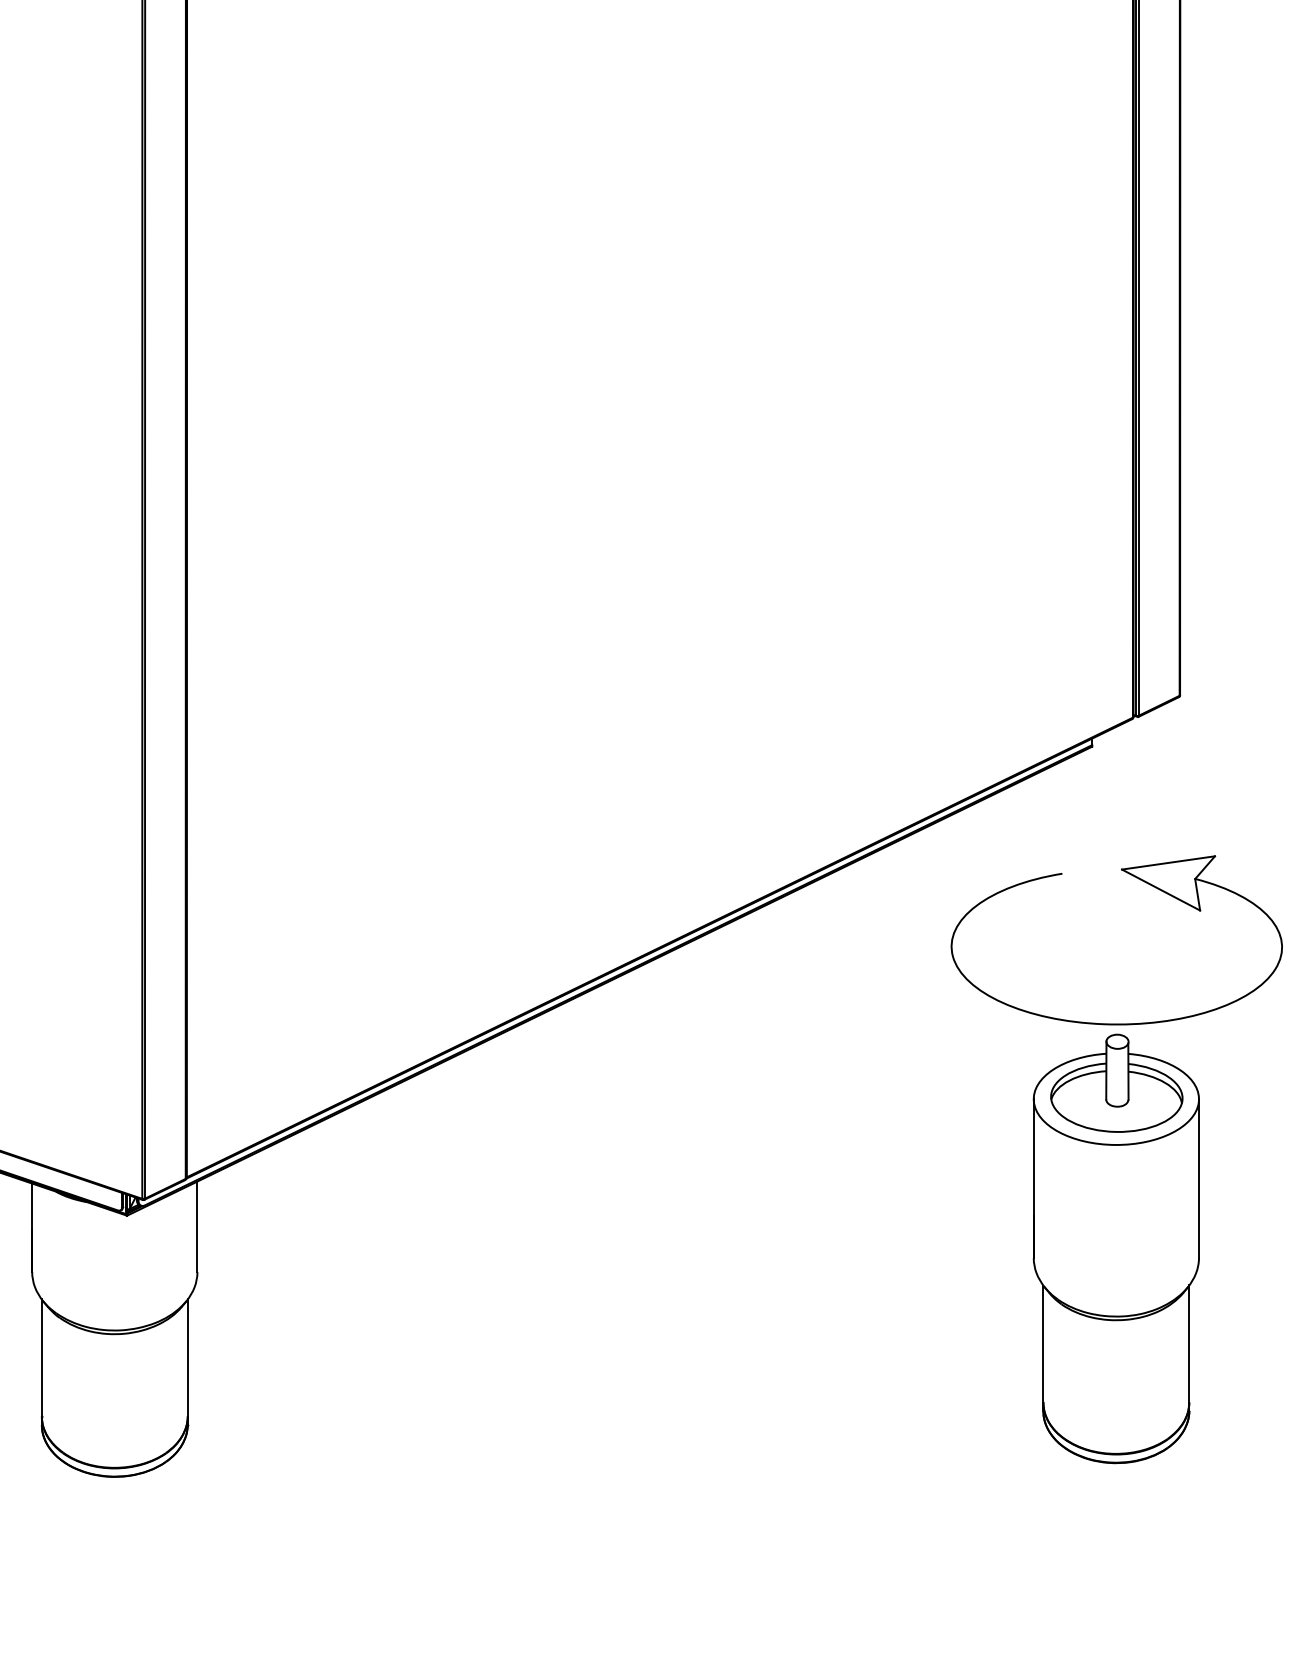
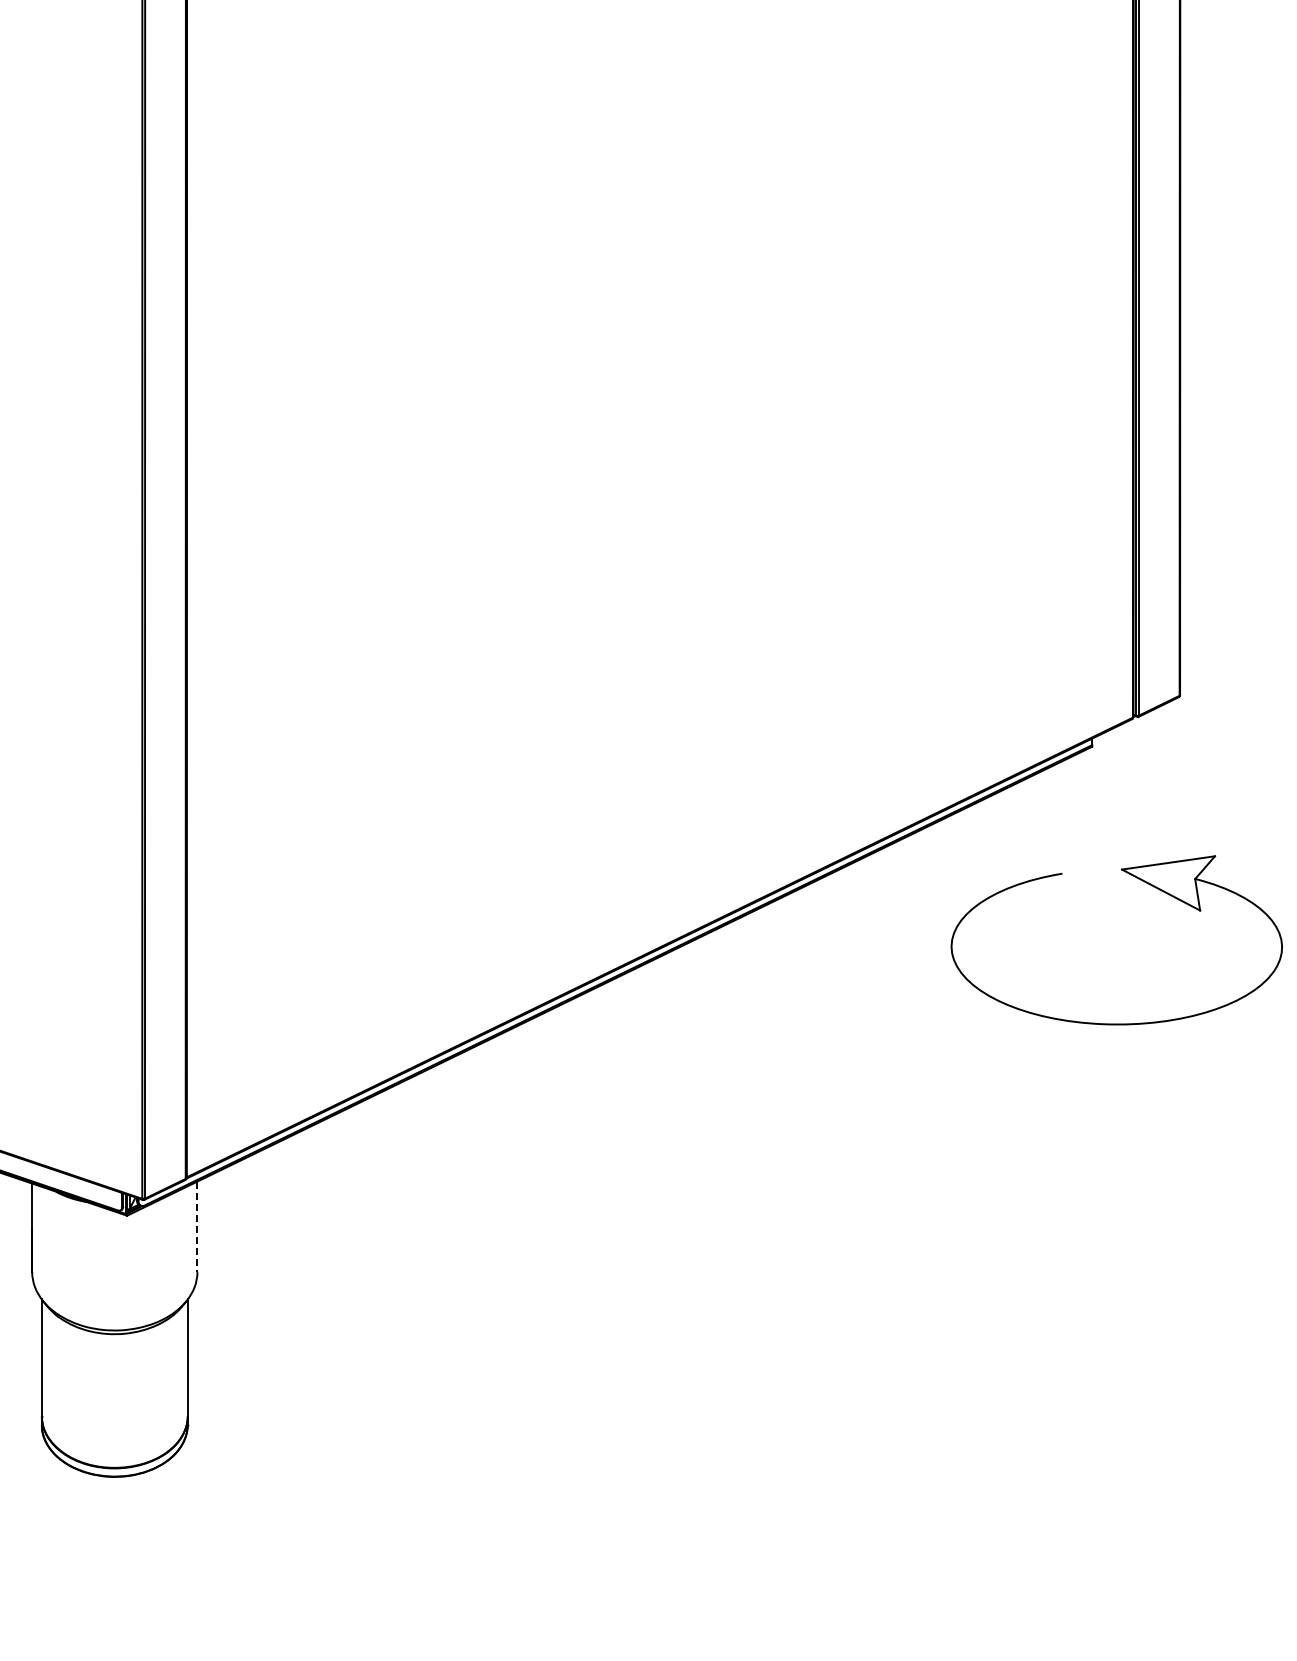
line at (197, 1227): solid -> dashed
part at (1115, 1248): present -> none
